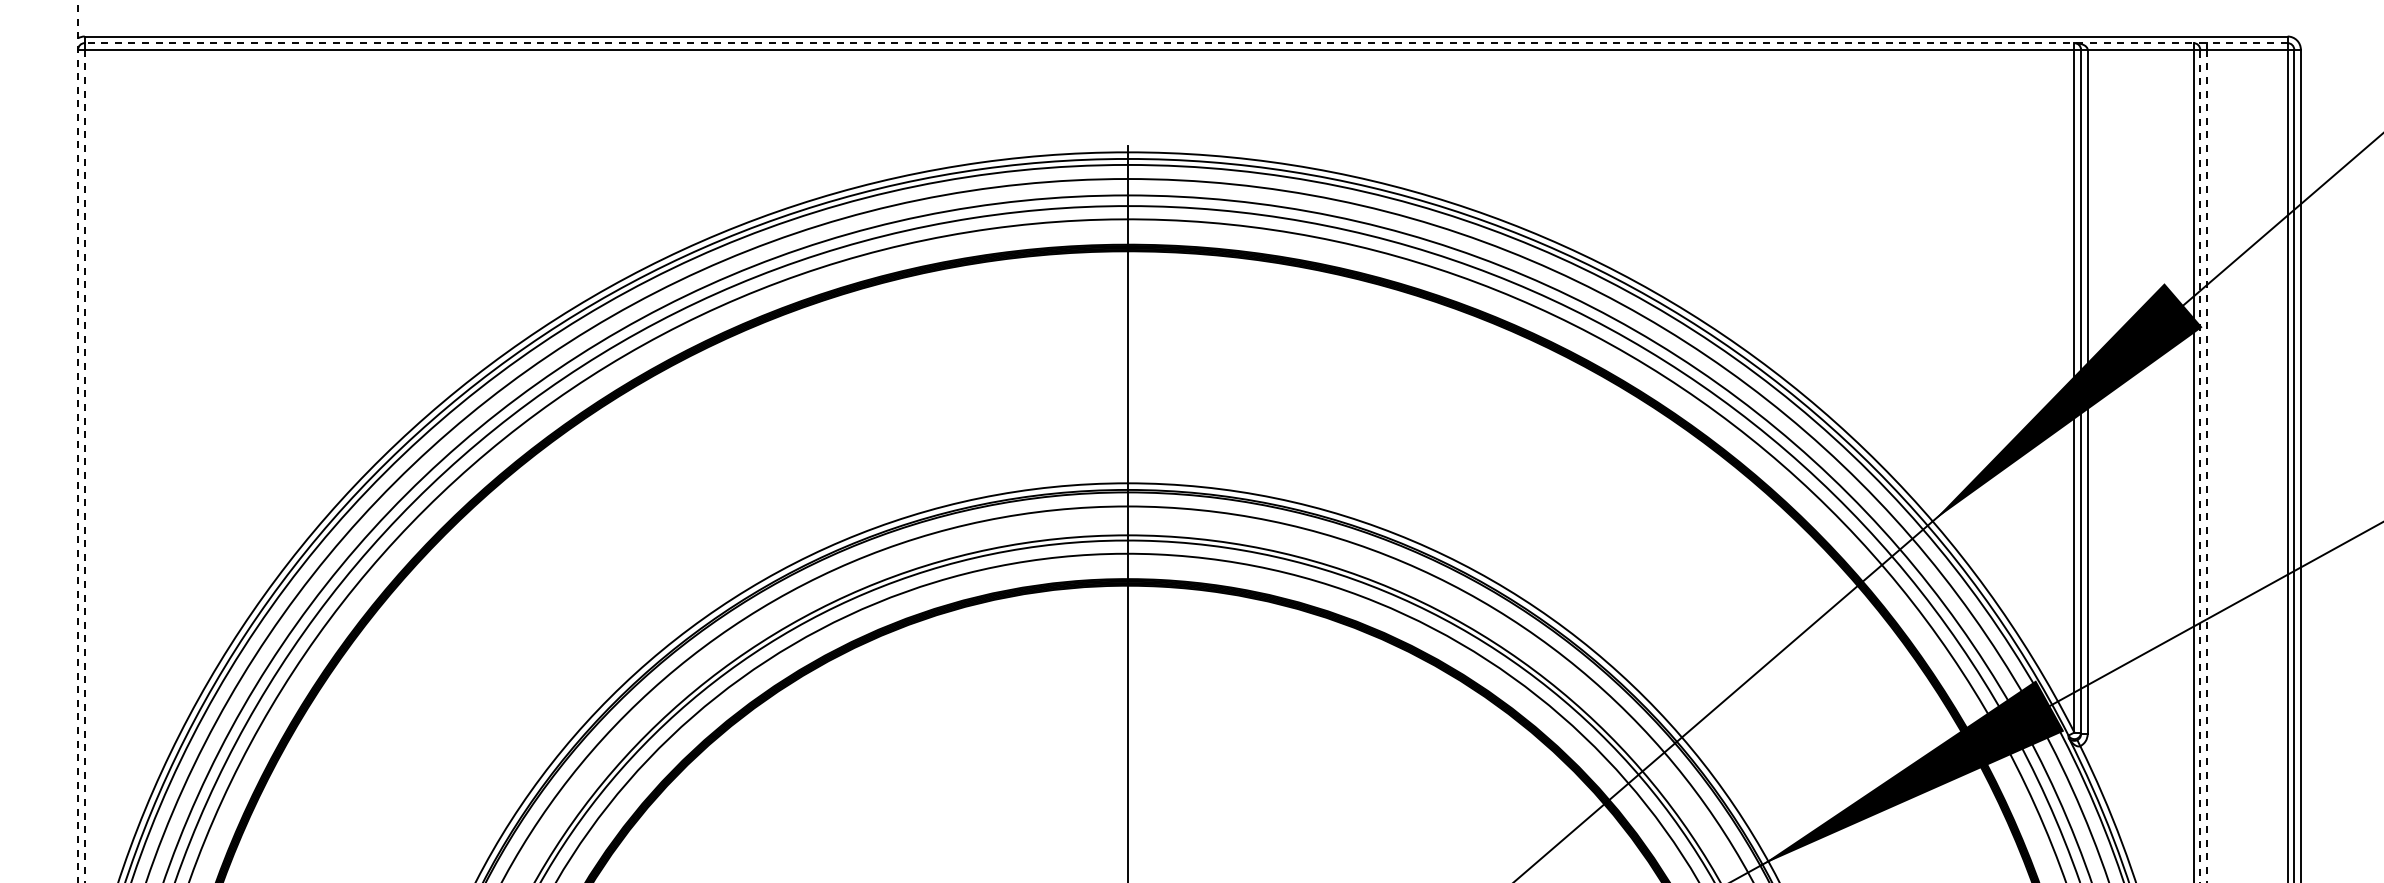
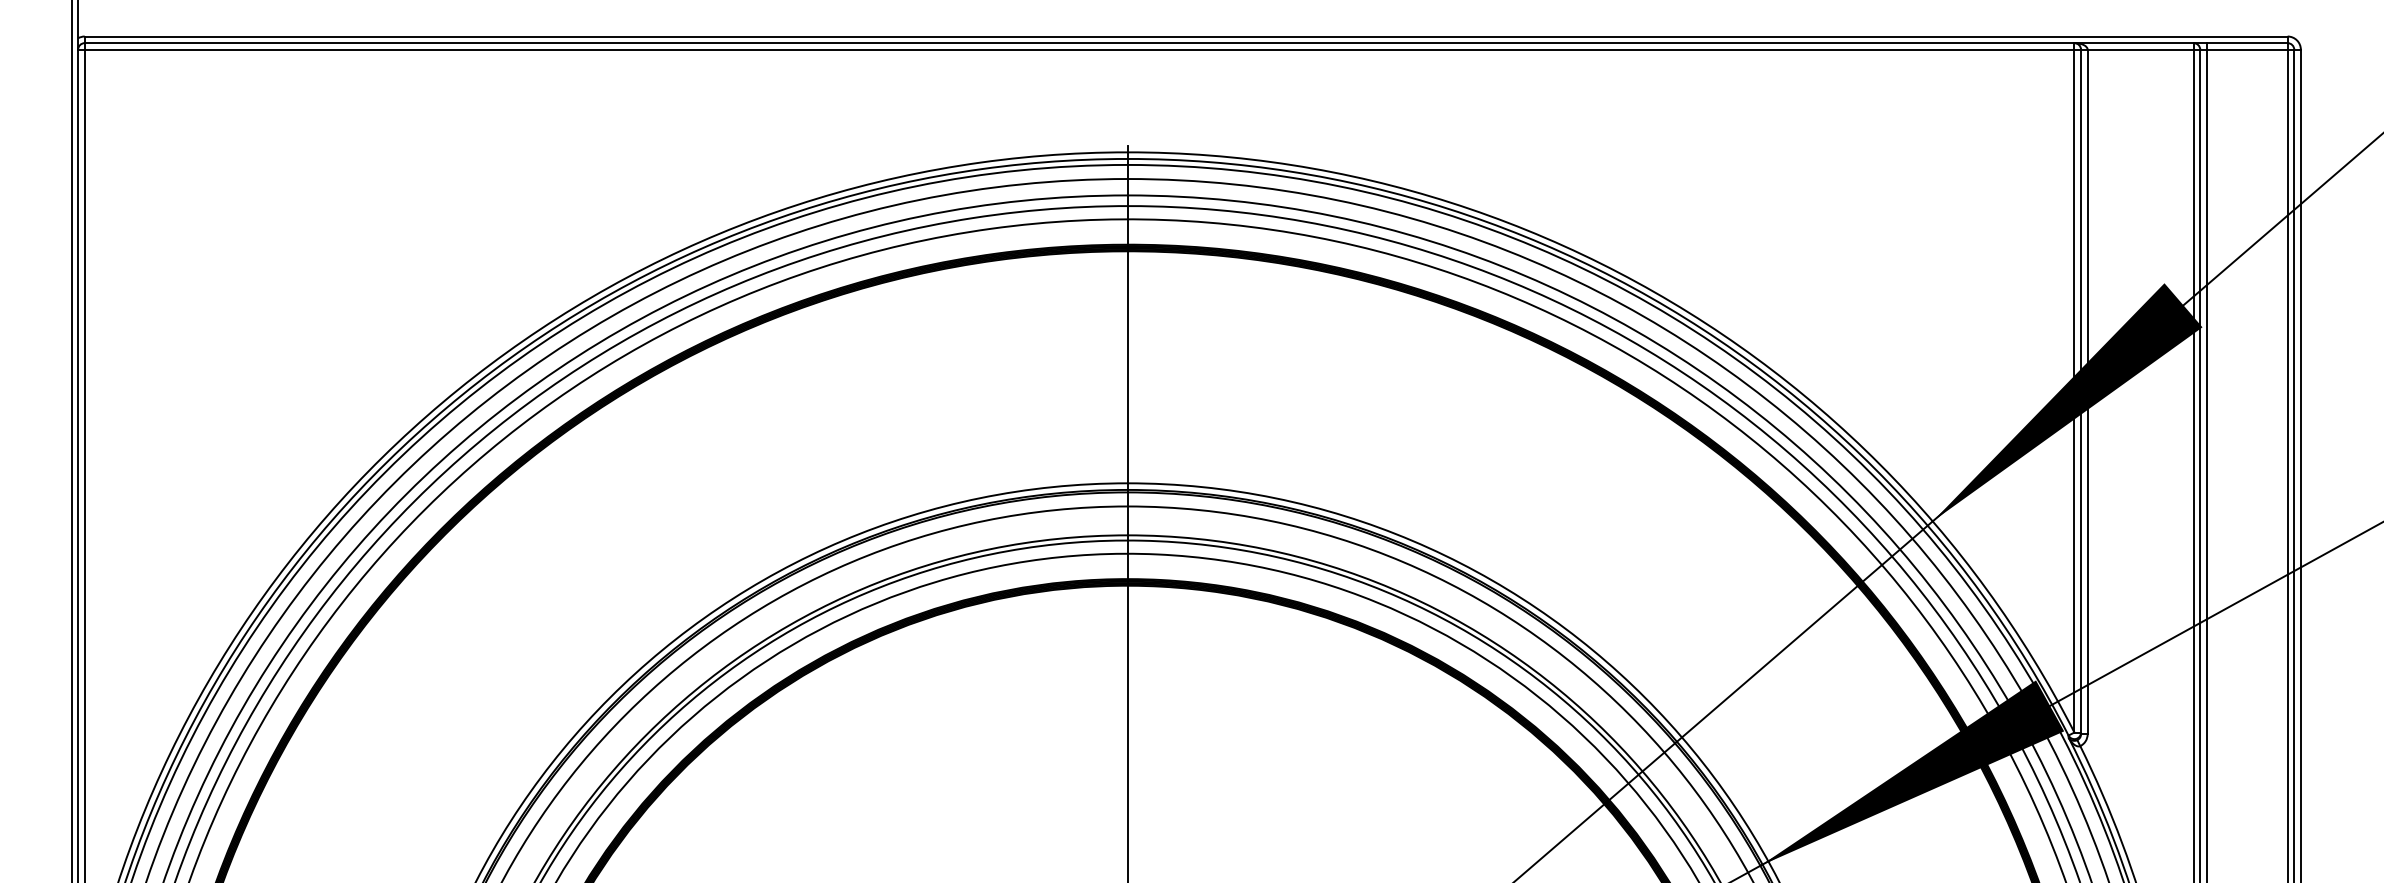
line at (1185, 43): dashed -> solid
line at (71, 440): none -> present
line at (78, 441): dashed -> solid
line at (2200, 465): dashed -> solid
line at (84, 466): dashed -> solid
line at (2206, 466): dashed -> solid
